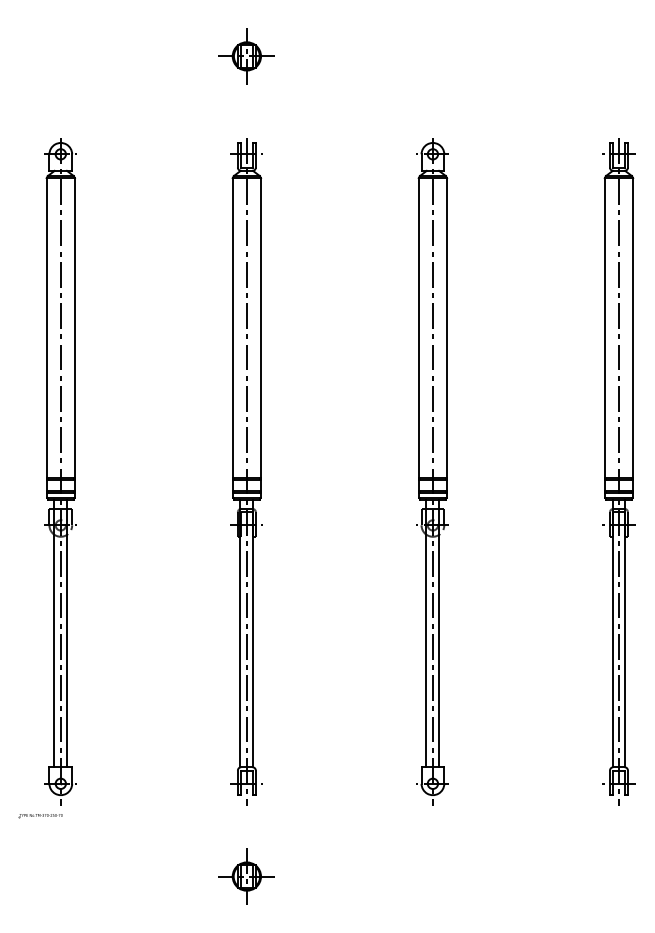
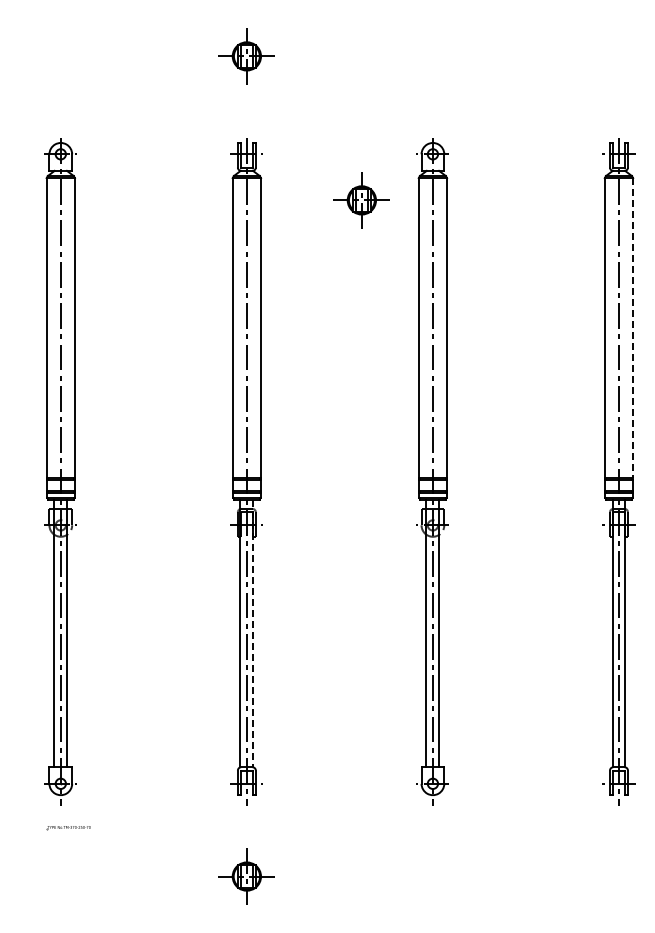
part at (361, 200): none -> present
line at (633, 327): solid -> dashed
line at (253, 633): solid -> dashed
part at (40, 816) position: (40, 816) -> (68, 828)
